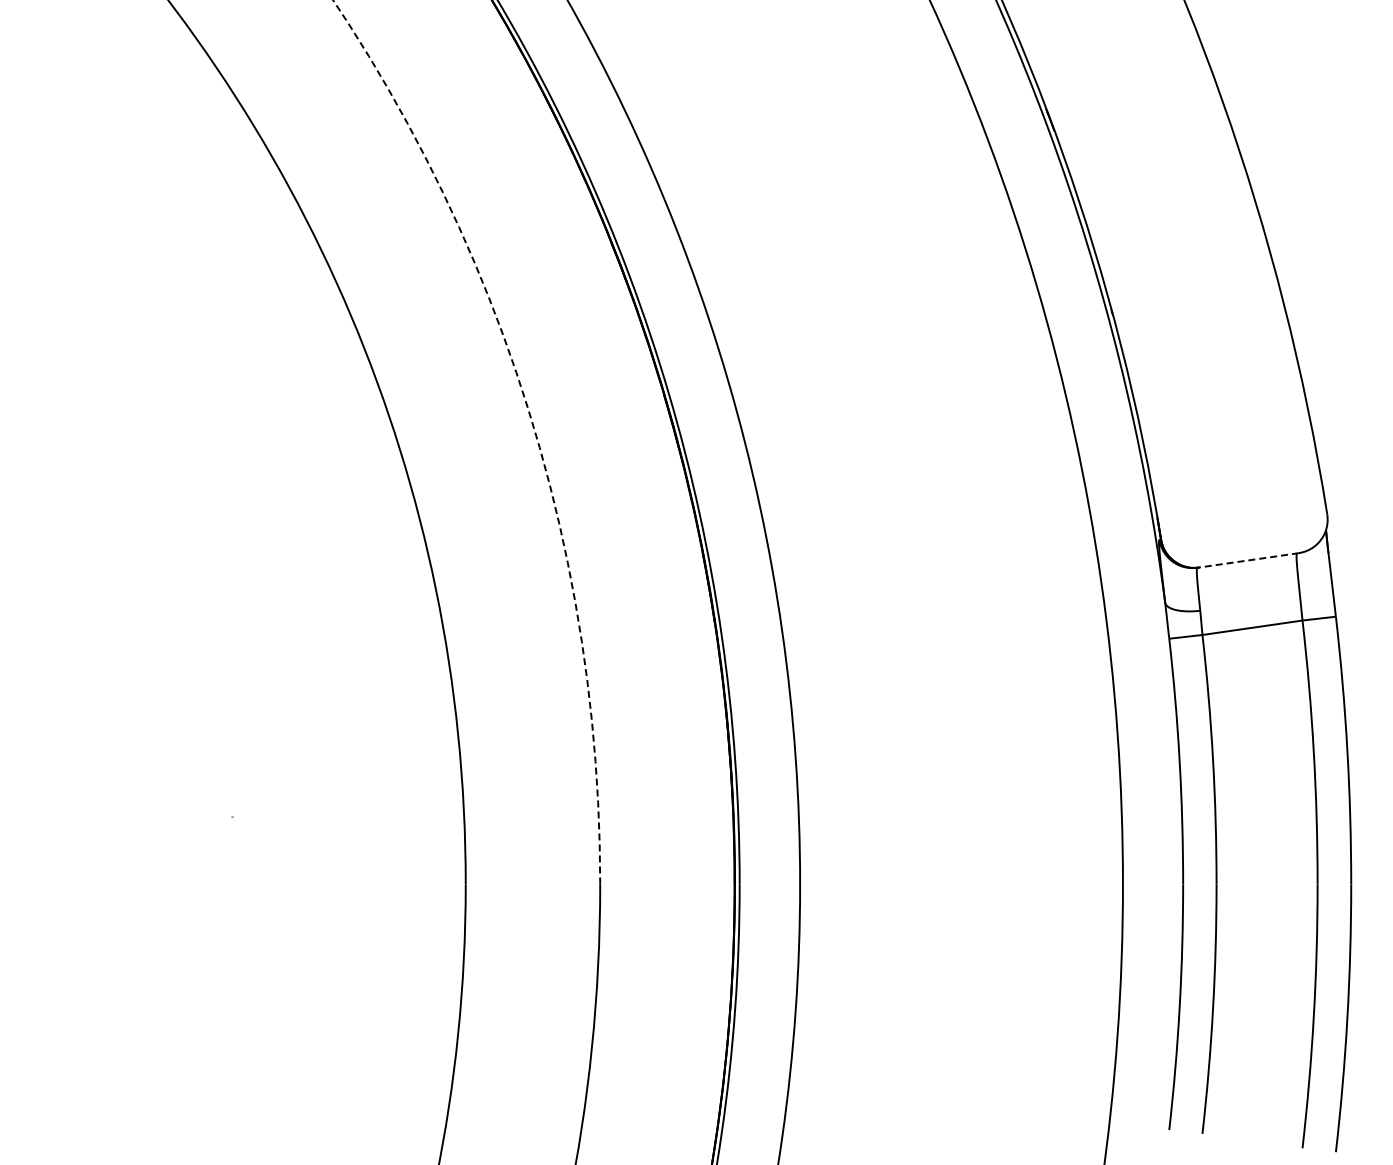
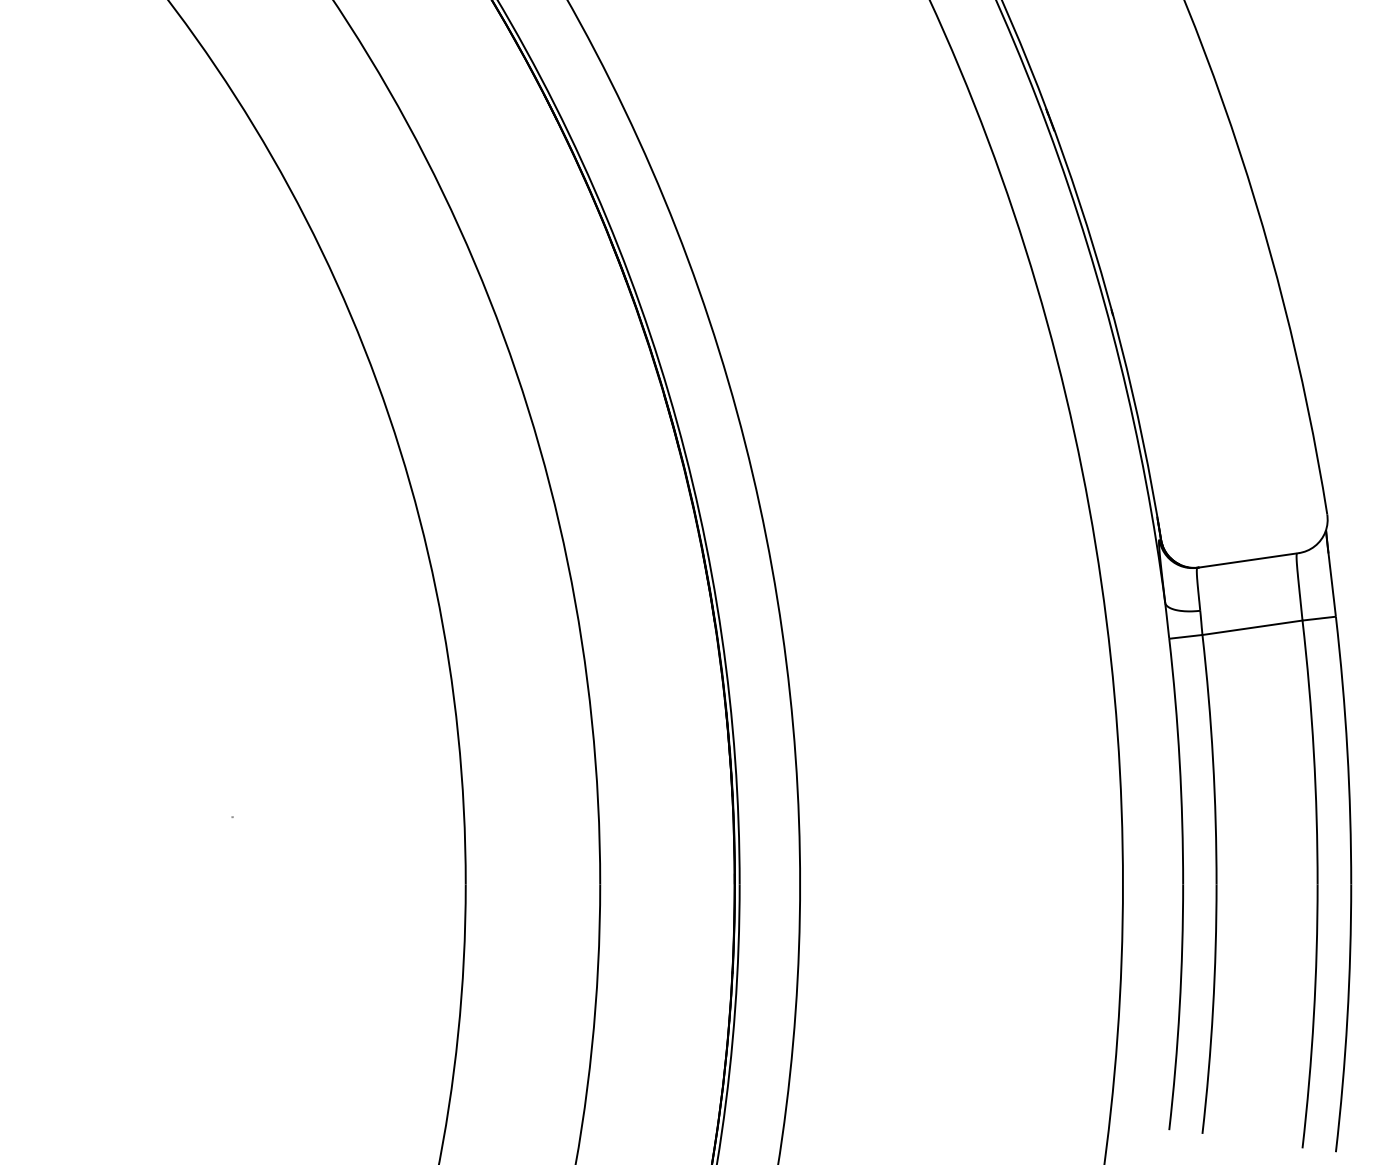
arc at (532, 422): dashed -> solid
line at (1248, 560): dashed -> solid
